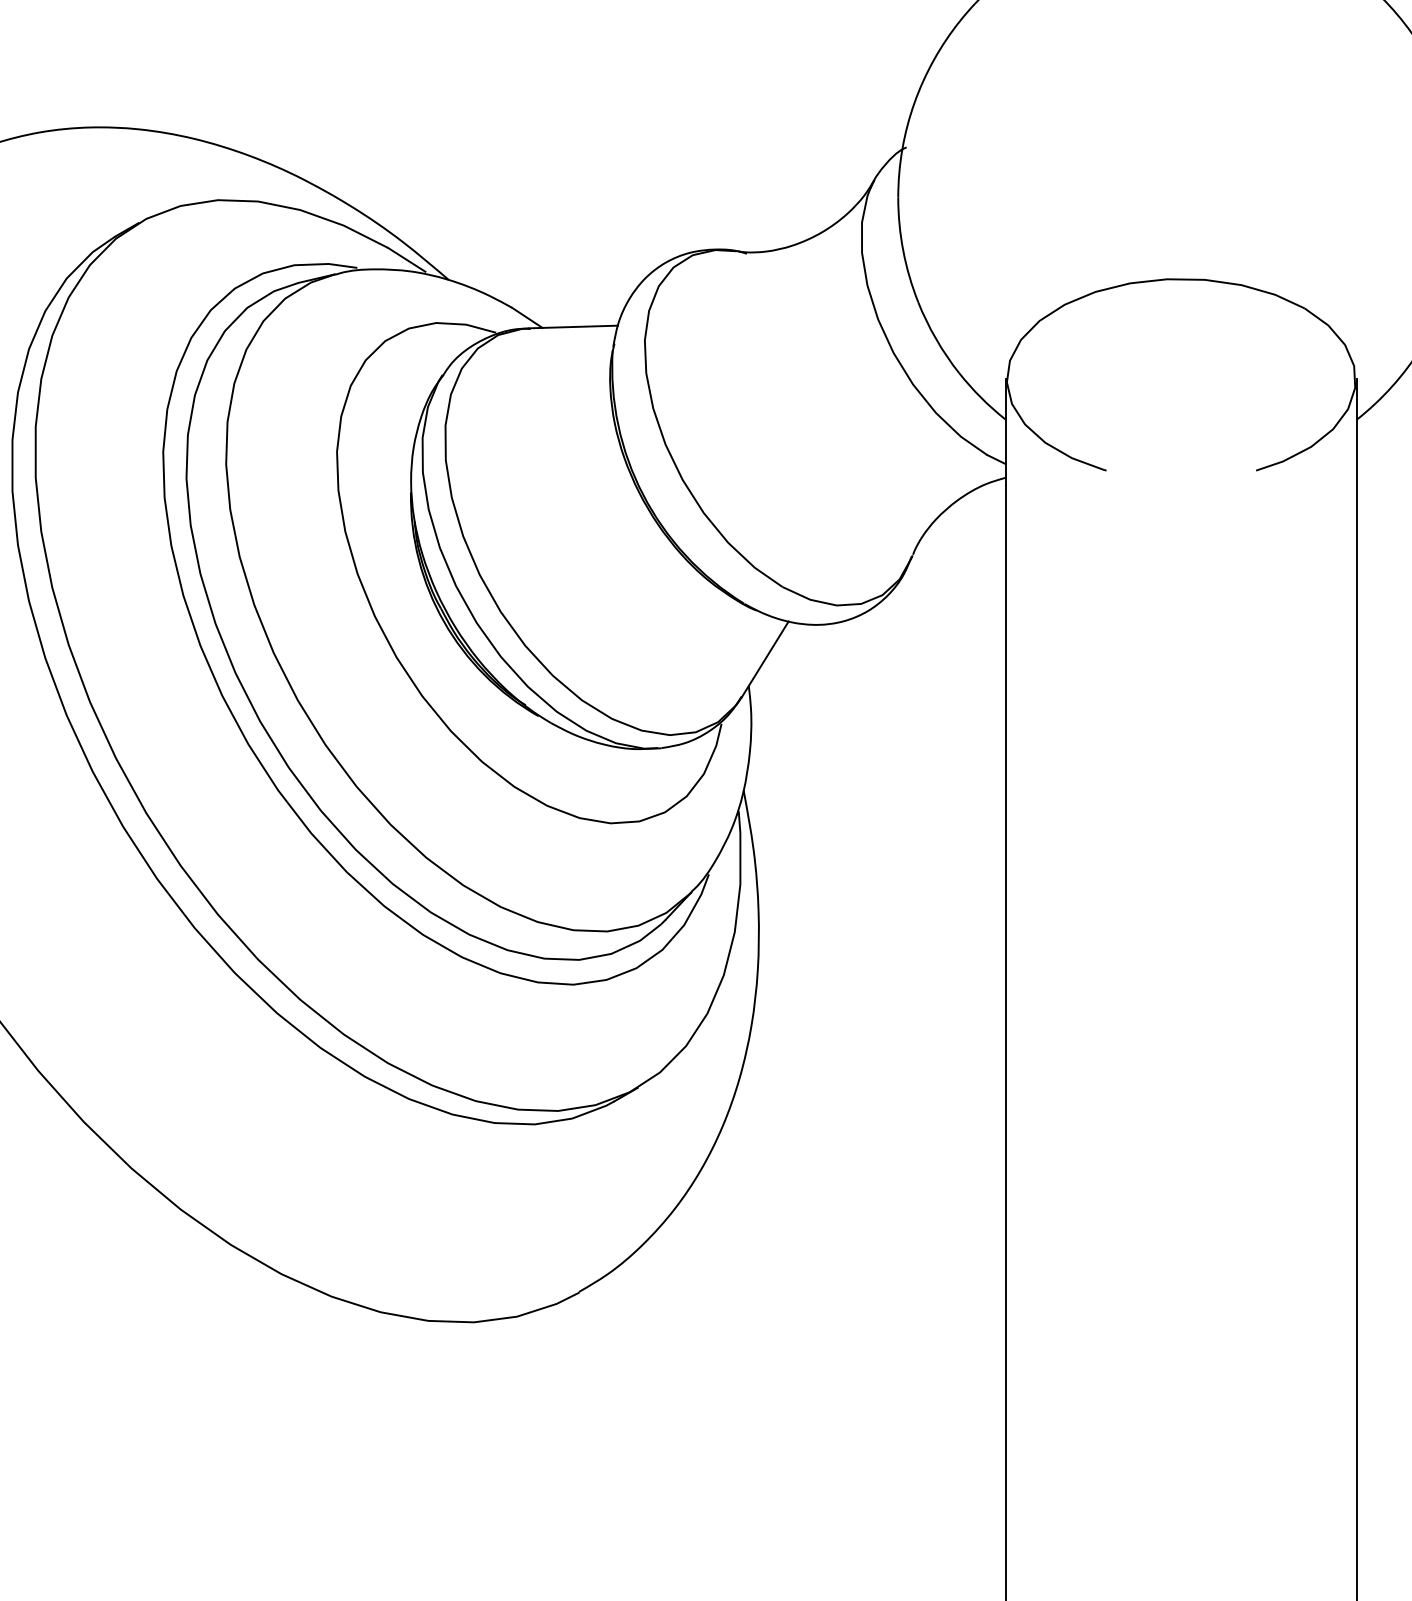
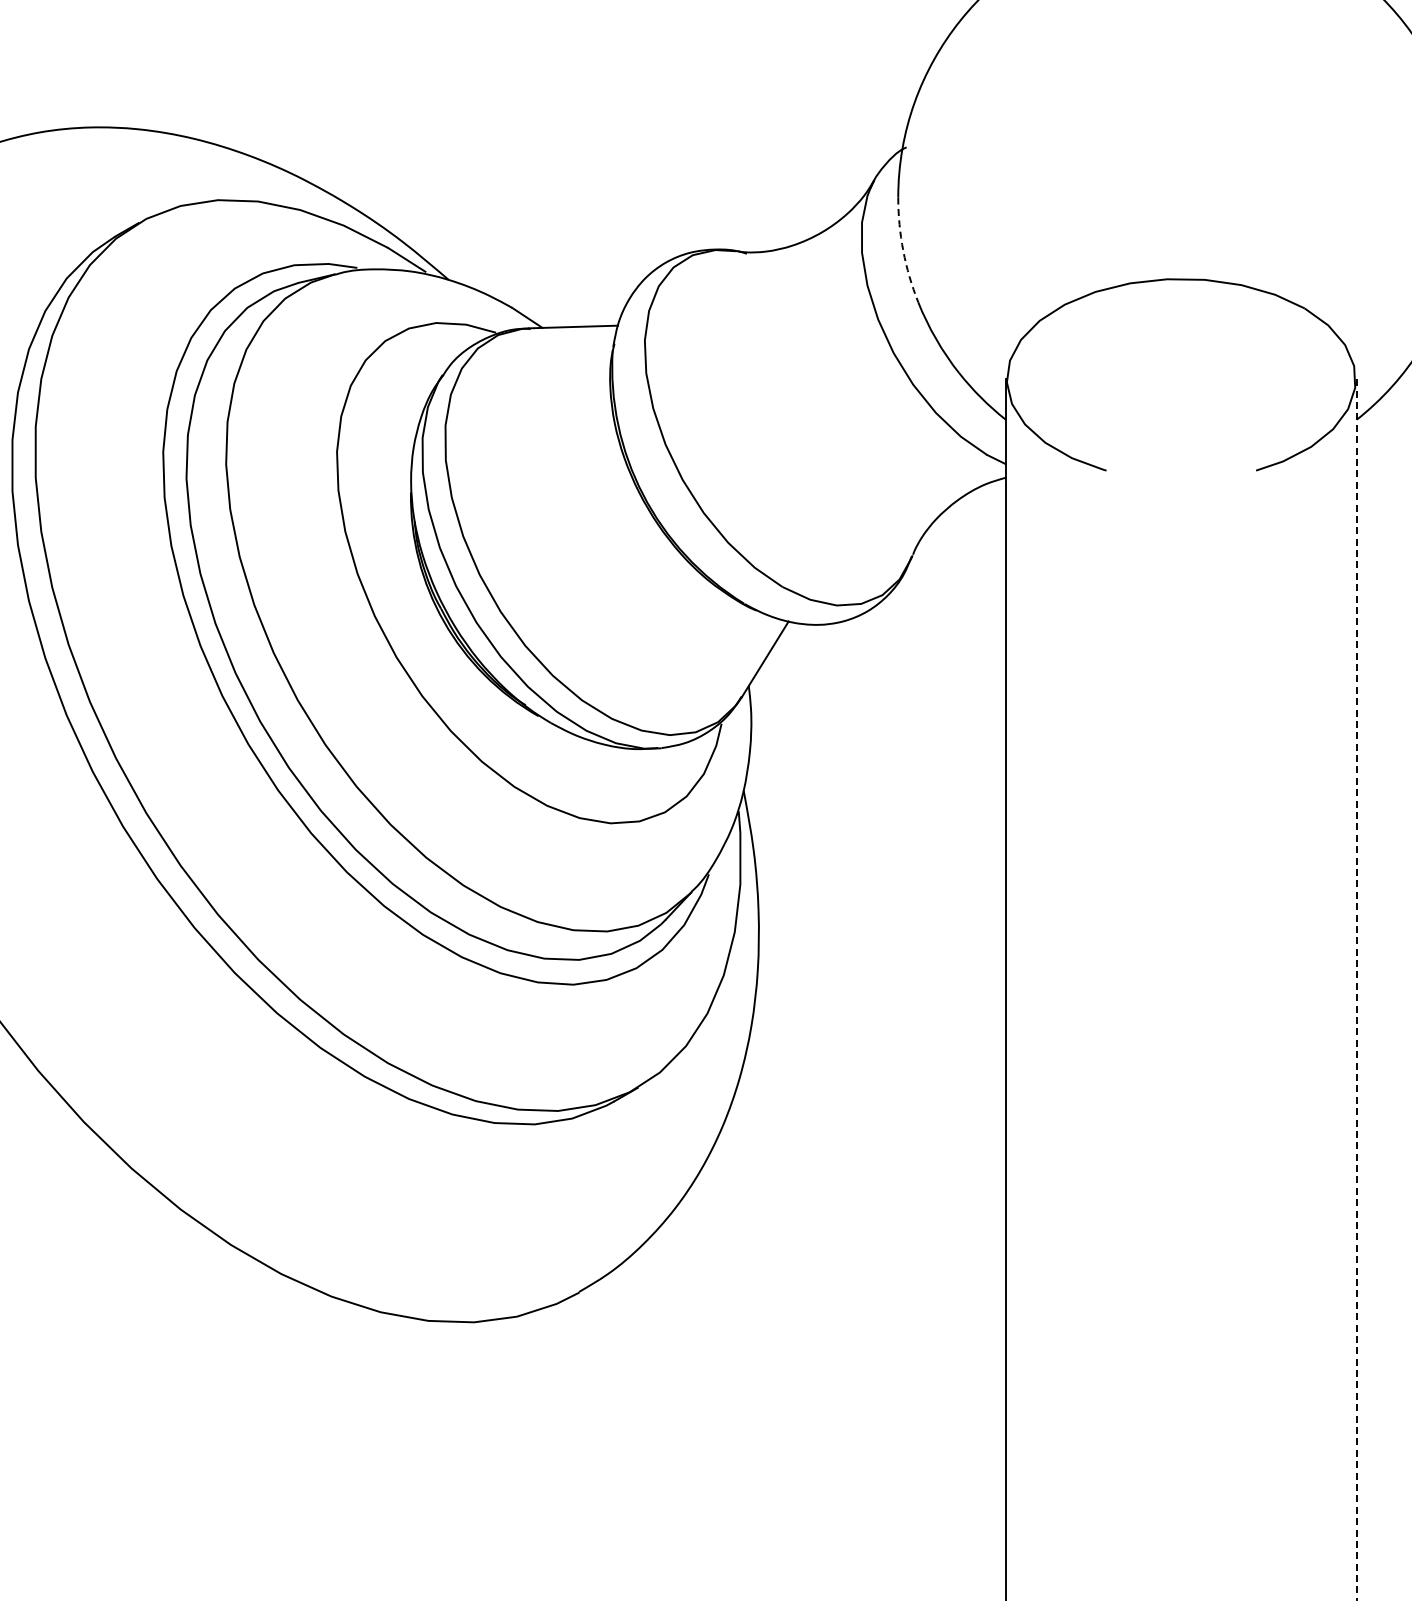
arc at (903, 250): solid -> dashed
line at (1356, 989): solid -> dashed
